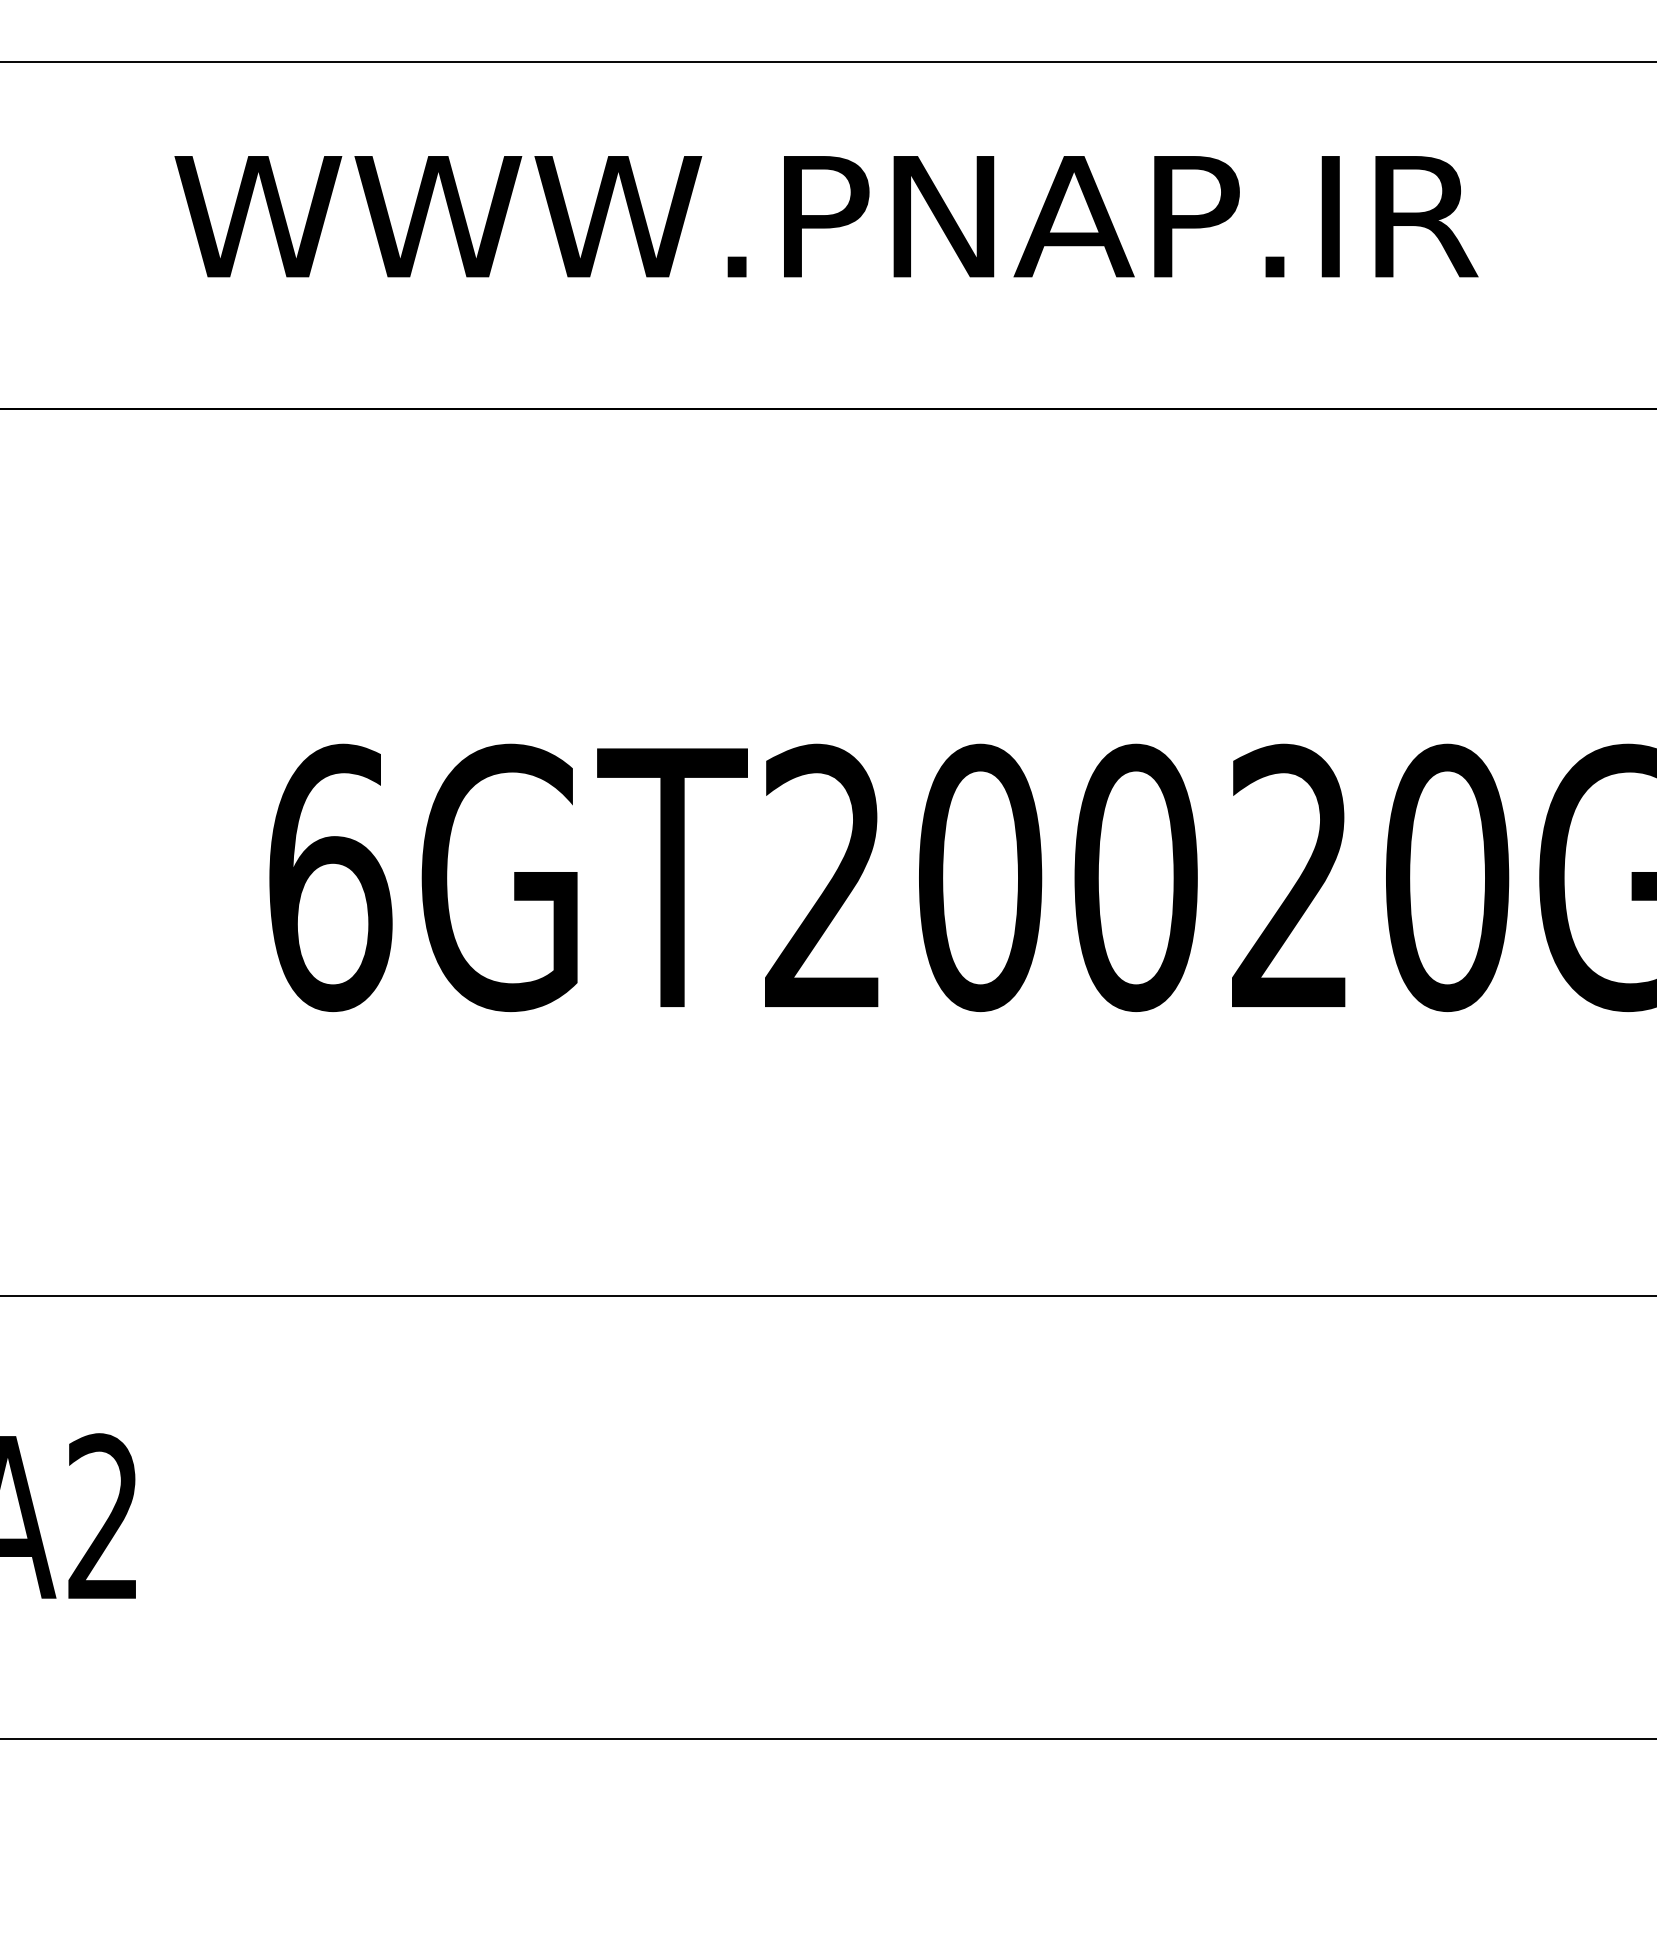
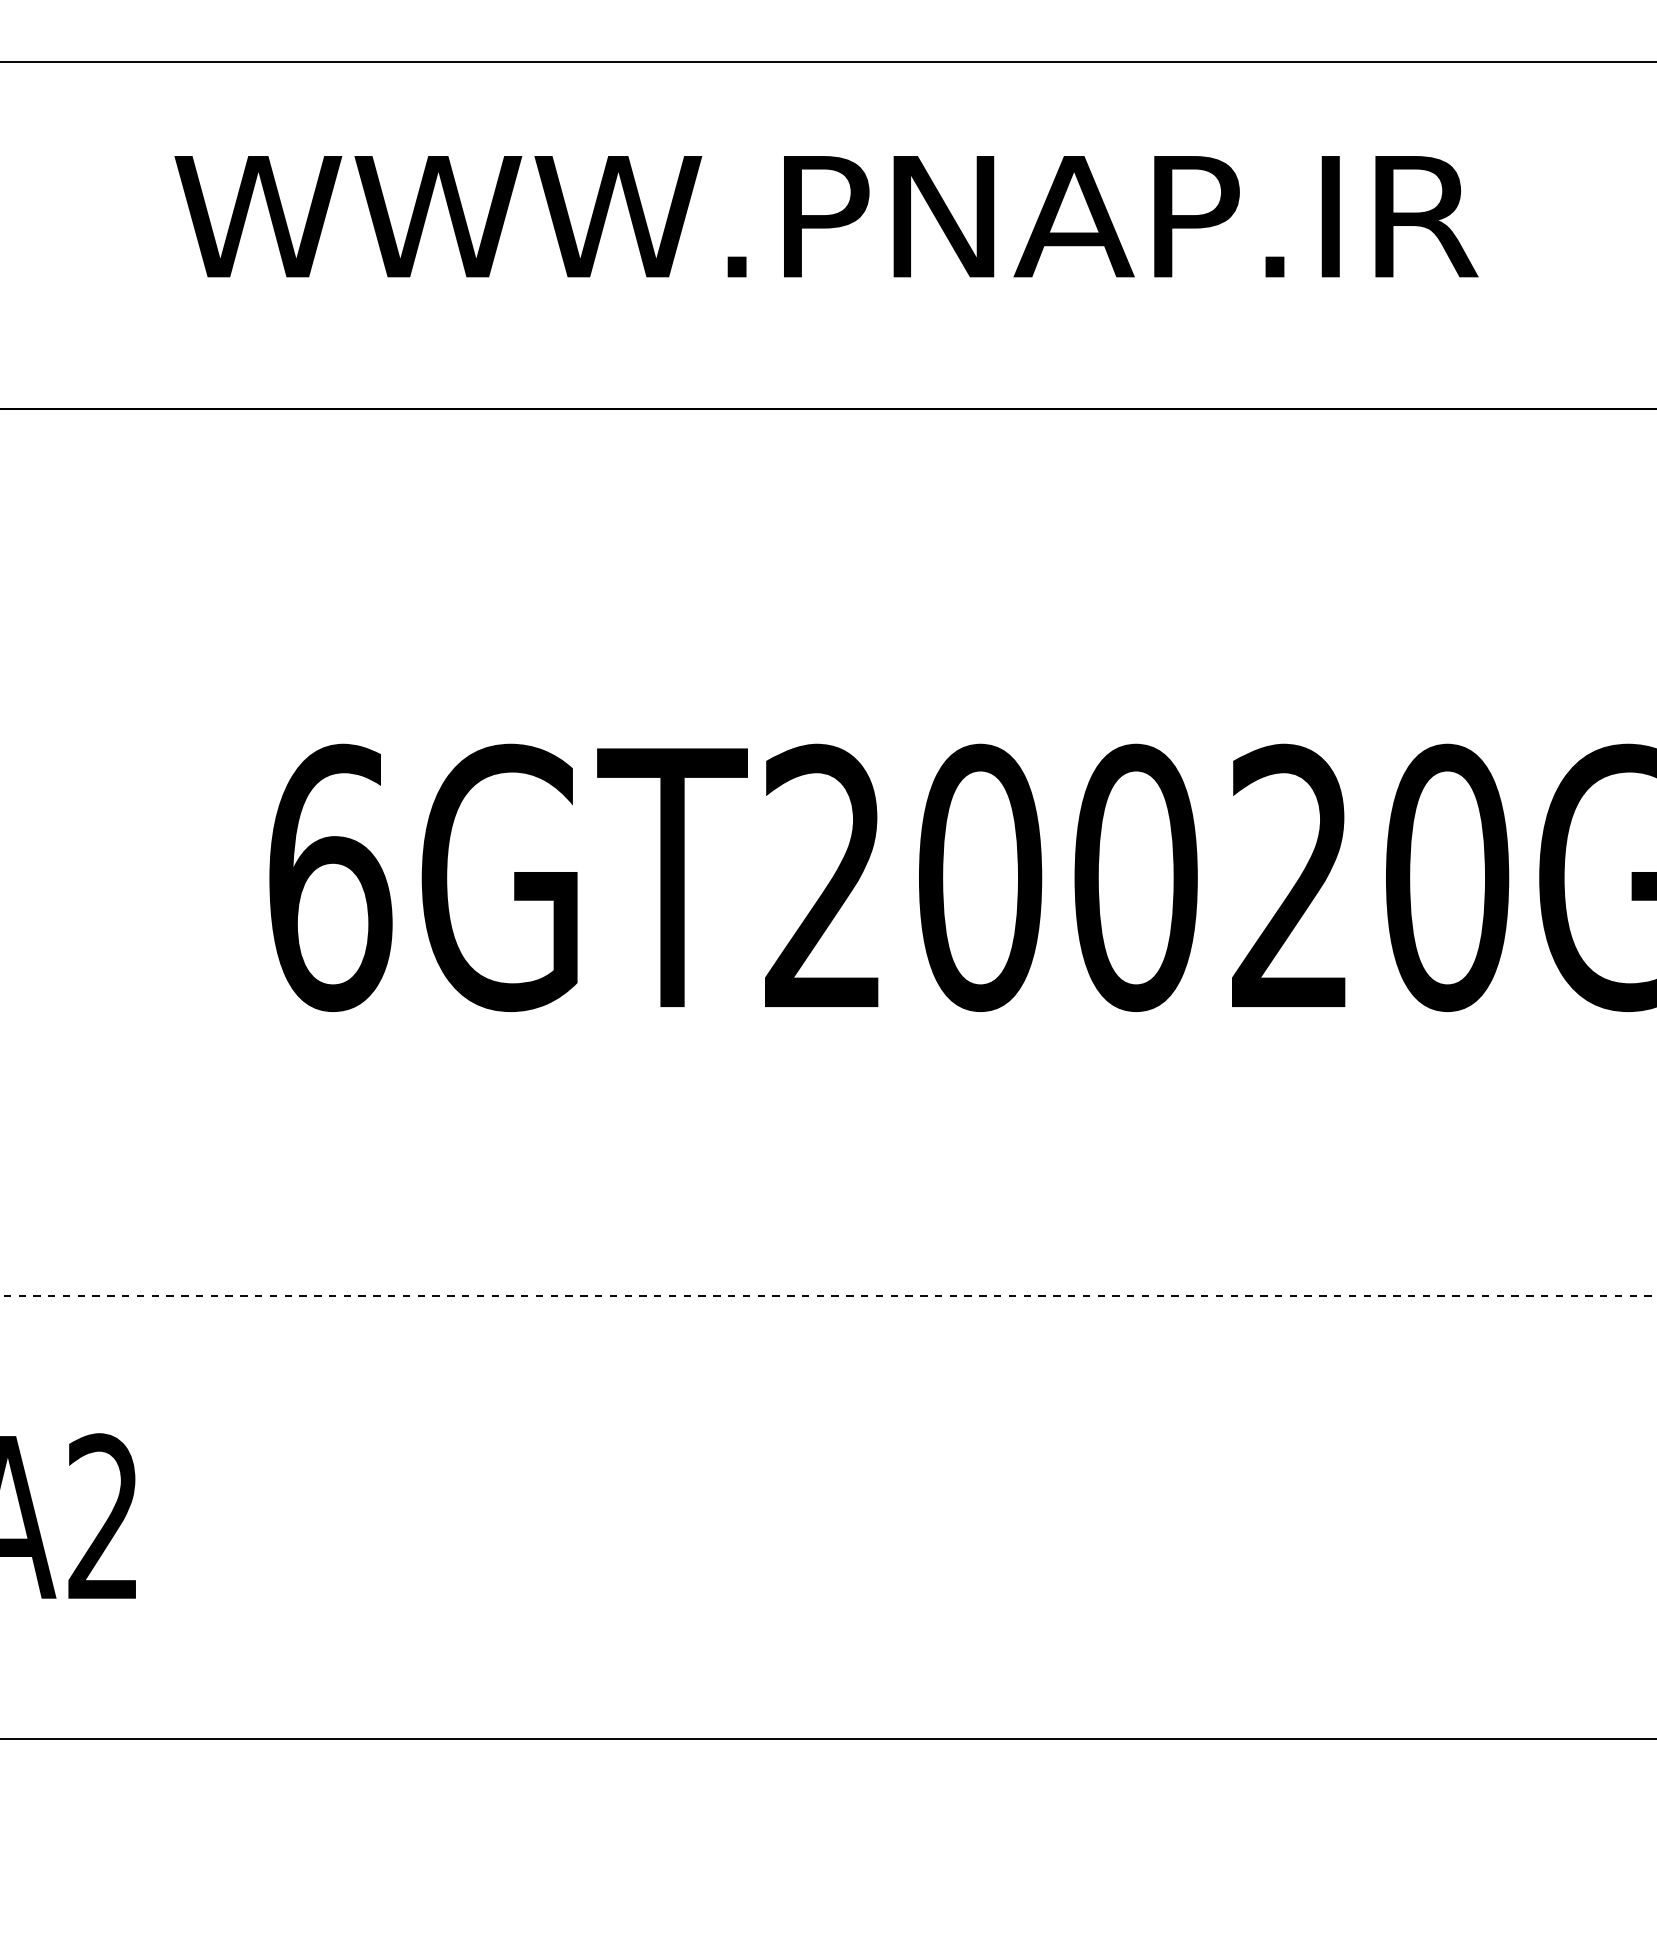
line at (828, 1295): solid -> dashed
